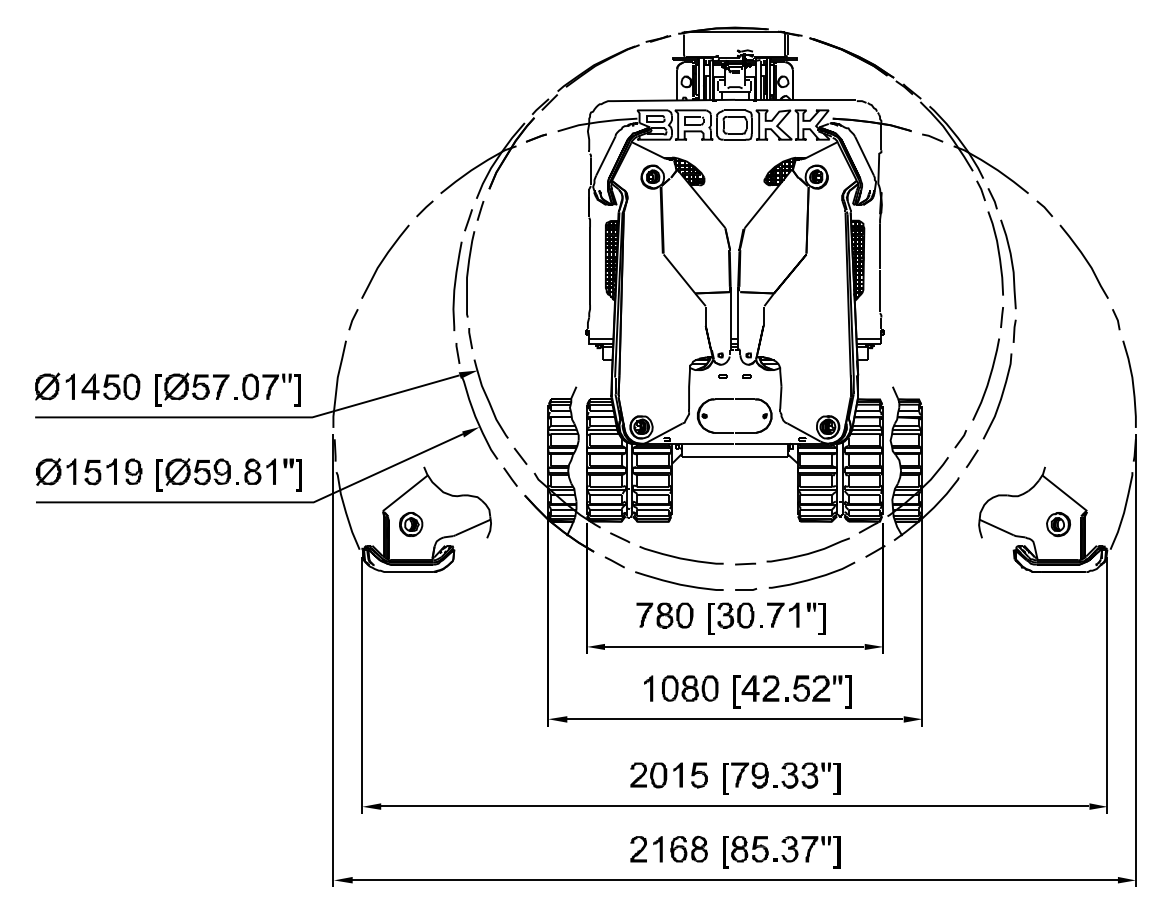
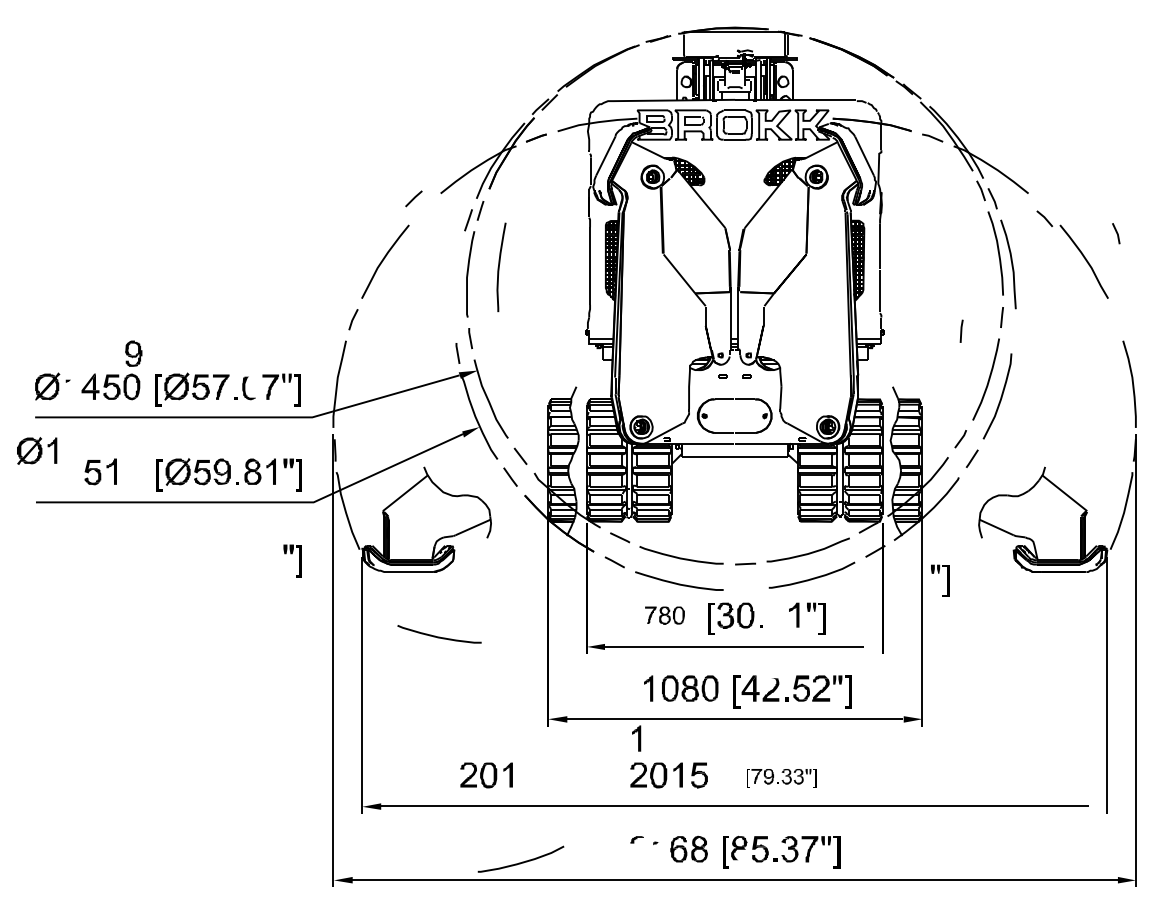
line at (424, 208) position: (424, 208) -> (413, 198)
line at (1044, 208) position: (1044, 208) -> (1044, 218)
curve at (455, 286) position: (455, 286) -> (499, 267)
line at (1116, 319) position: (1116, 319) -> (1116, 233)
line at (1014, 330) position: (1014, 330) -> (961, 330)
fill at (251, 385): present -> none
fill at (70, 386): present -> none
part at (56, 471) position: (56, 471) -> (37, 450)
part at (133, 471) position: (133, 471) -> (133, 353)
part at (411, 524): present -> none
part at (1058, 524): present -> none
part at (292, 560): none -> present
part at (947, 580): none -> present
line at (746, 589): present -> none
fill at (775, 614): present -> none
part at (664, 615) size: 58x27 px -> 40x19 px
curve at (439, 636): none -> present
fill at (873, 646): present -> none
fill at (770, 678): present -> none
part at (636, 738): none -> present
part at (486, 775): none -> present
part at (781, 778) size: 118x33 px -> 70x19 px
fill at (1098, 806): present -> none
fill at (638, 849): present -> none
fill at (658, 849): present -> none
fill at (741, 855): present -> none
curve at (522, 861): none -> present
